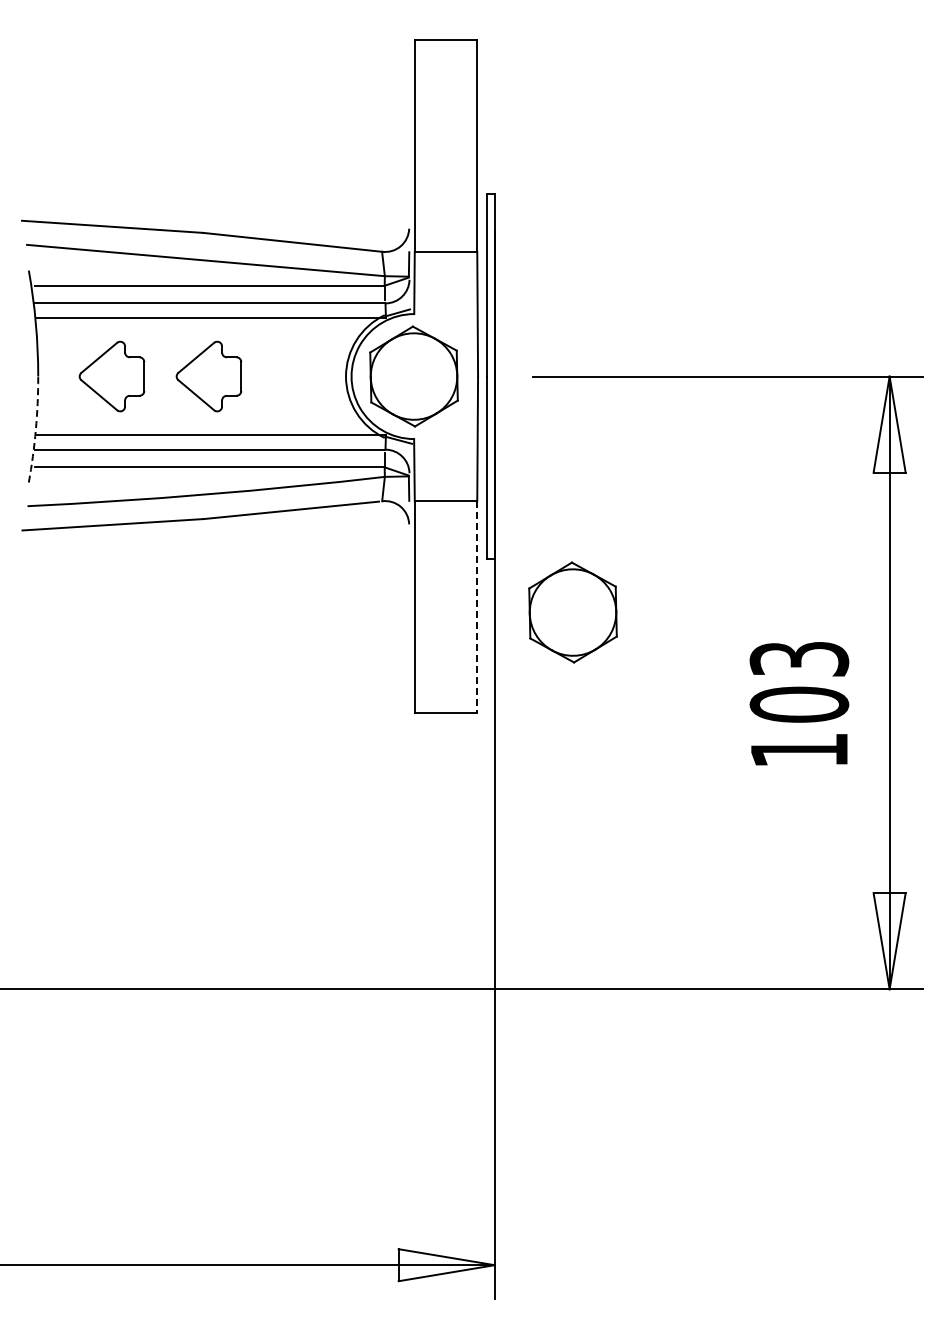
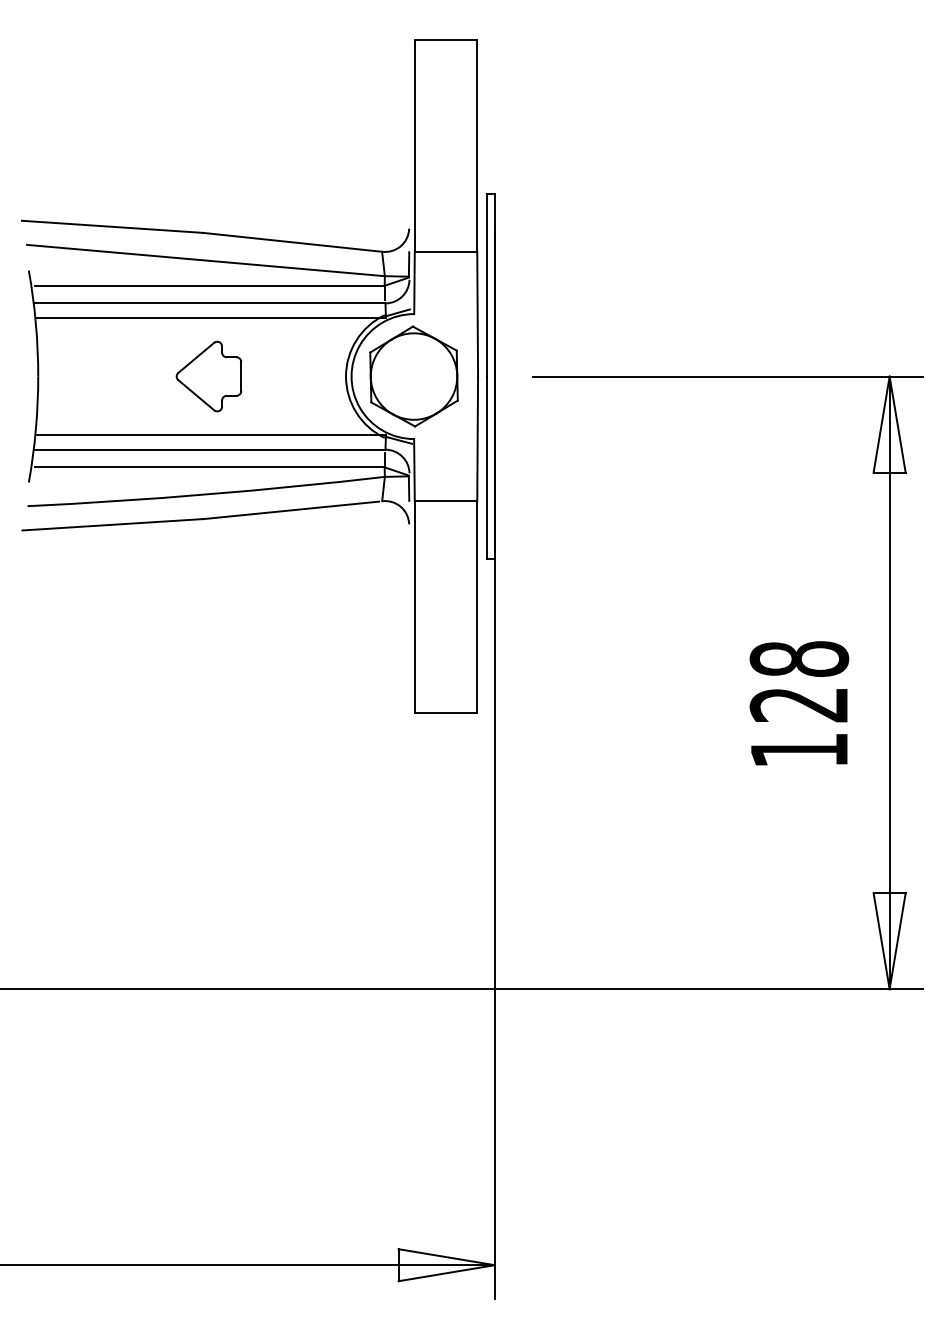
part at (111, 376): present -> none
arc at (35, 429): dashed -> solid
line at (477, 607): dashed -> solid
part at (572, 612): present -> none
text at (799, 681): 103 -> 128
